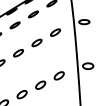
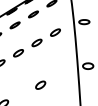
part at (58, 75): present -> none
part at (21, 94): present -> none
